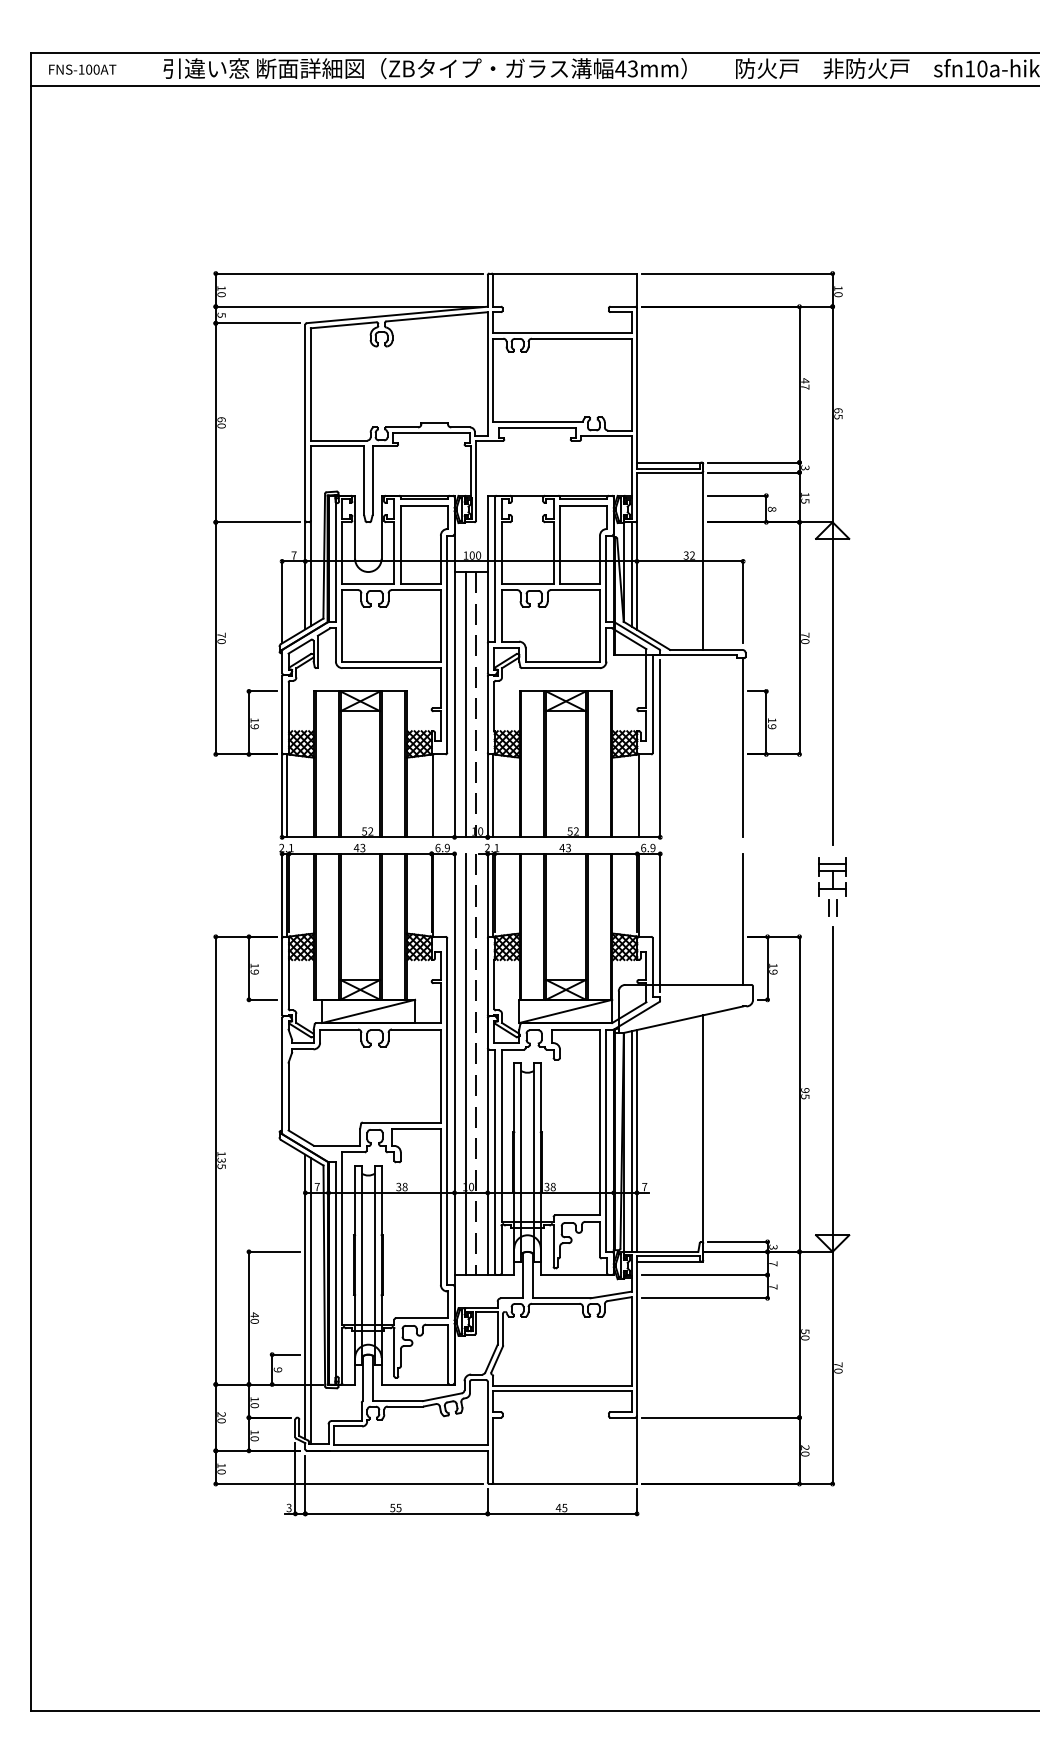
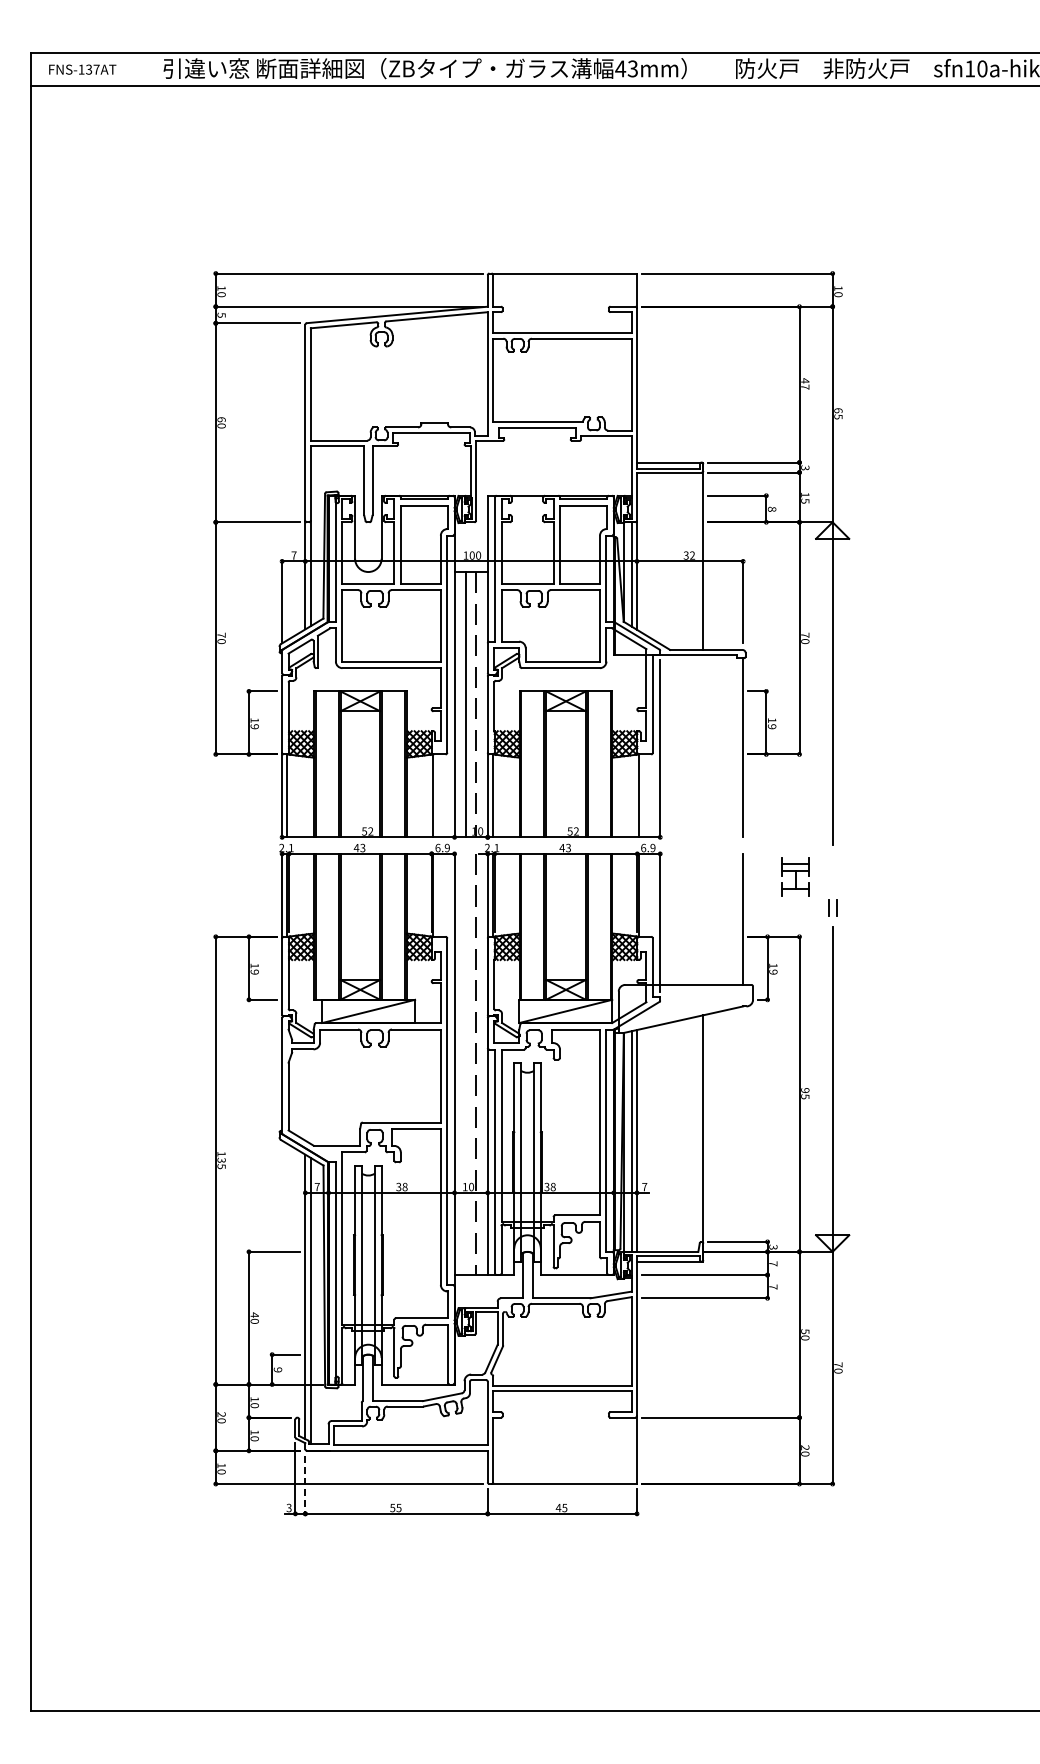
text at (92, 69): FNS-100AT -> FNS-137AT
part at (832, 876) position: (832, 876) -> (795, 876)
line at (466, 1064): present -> none
line at (305, 1485): solid -> dashed
